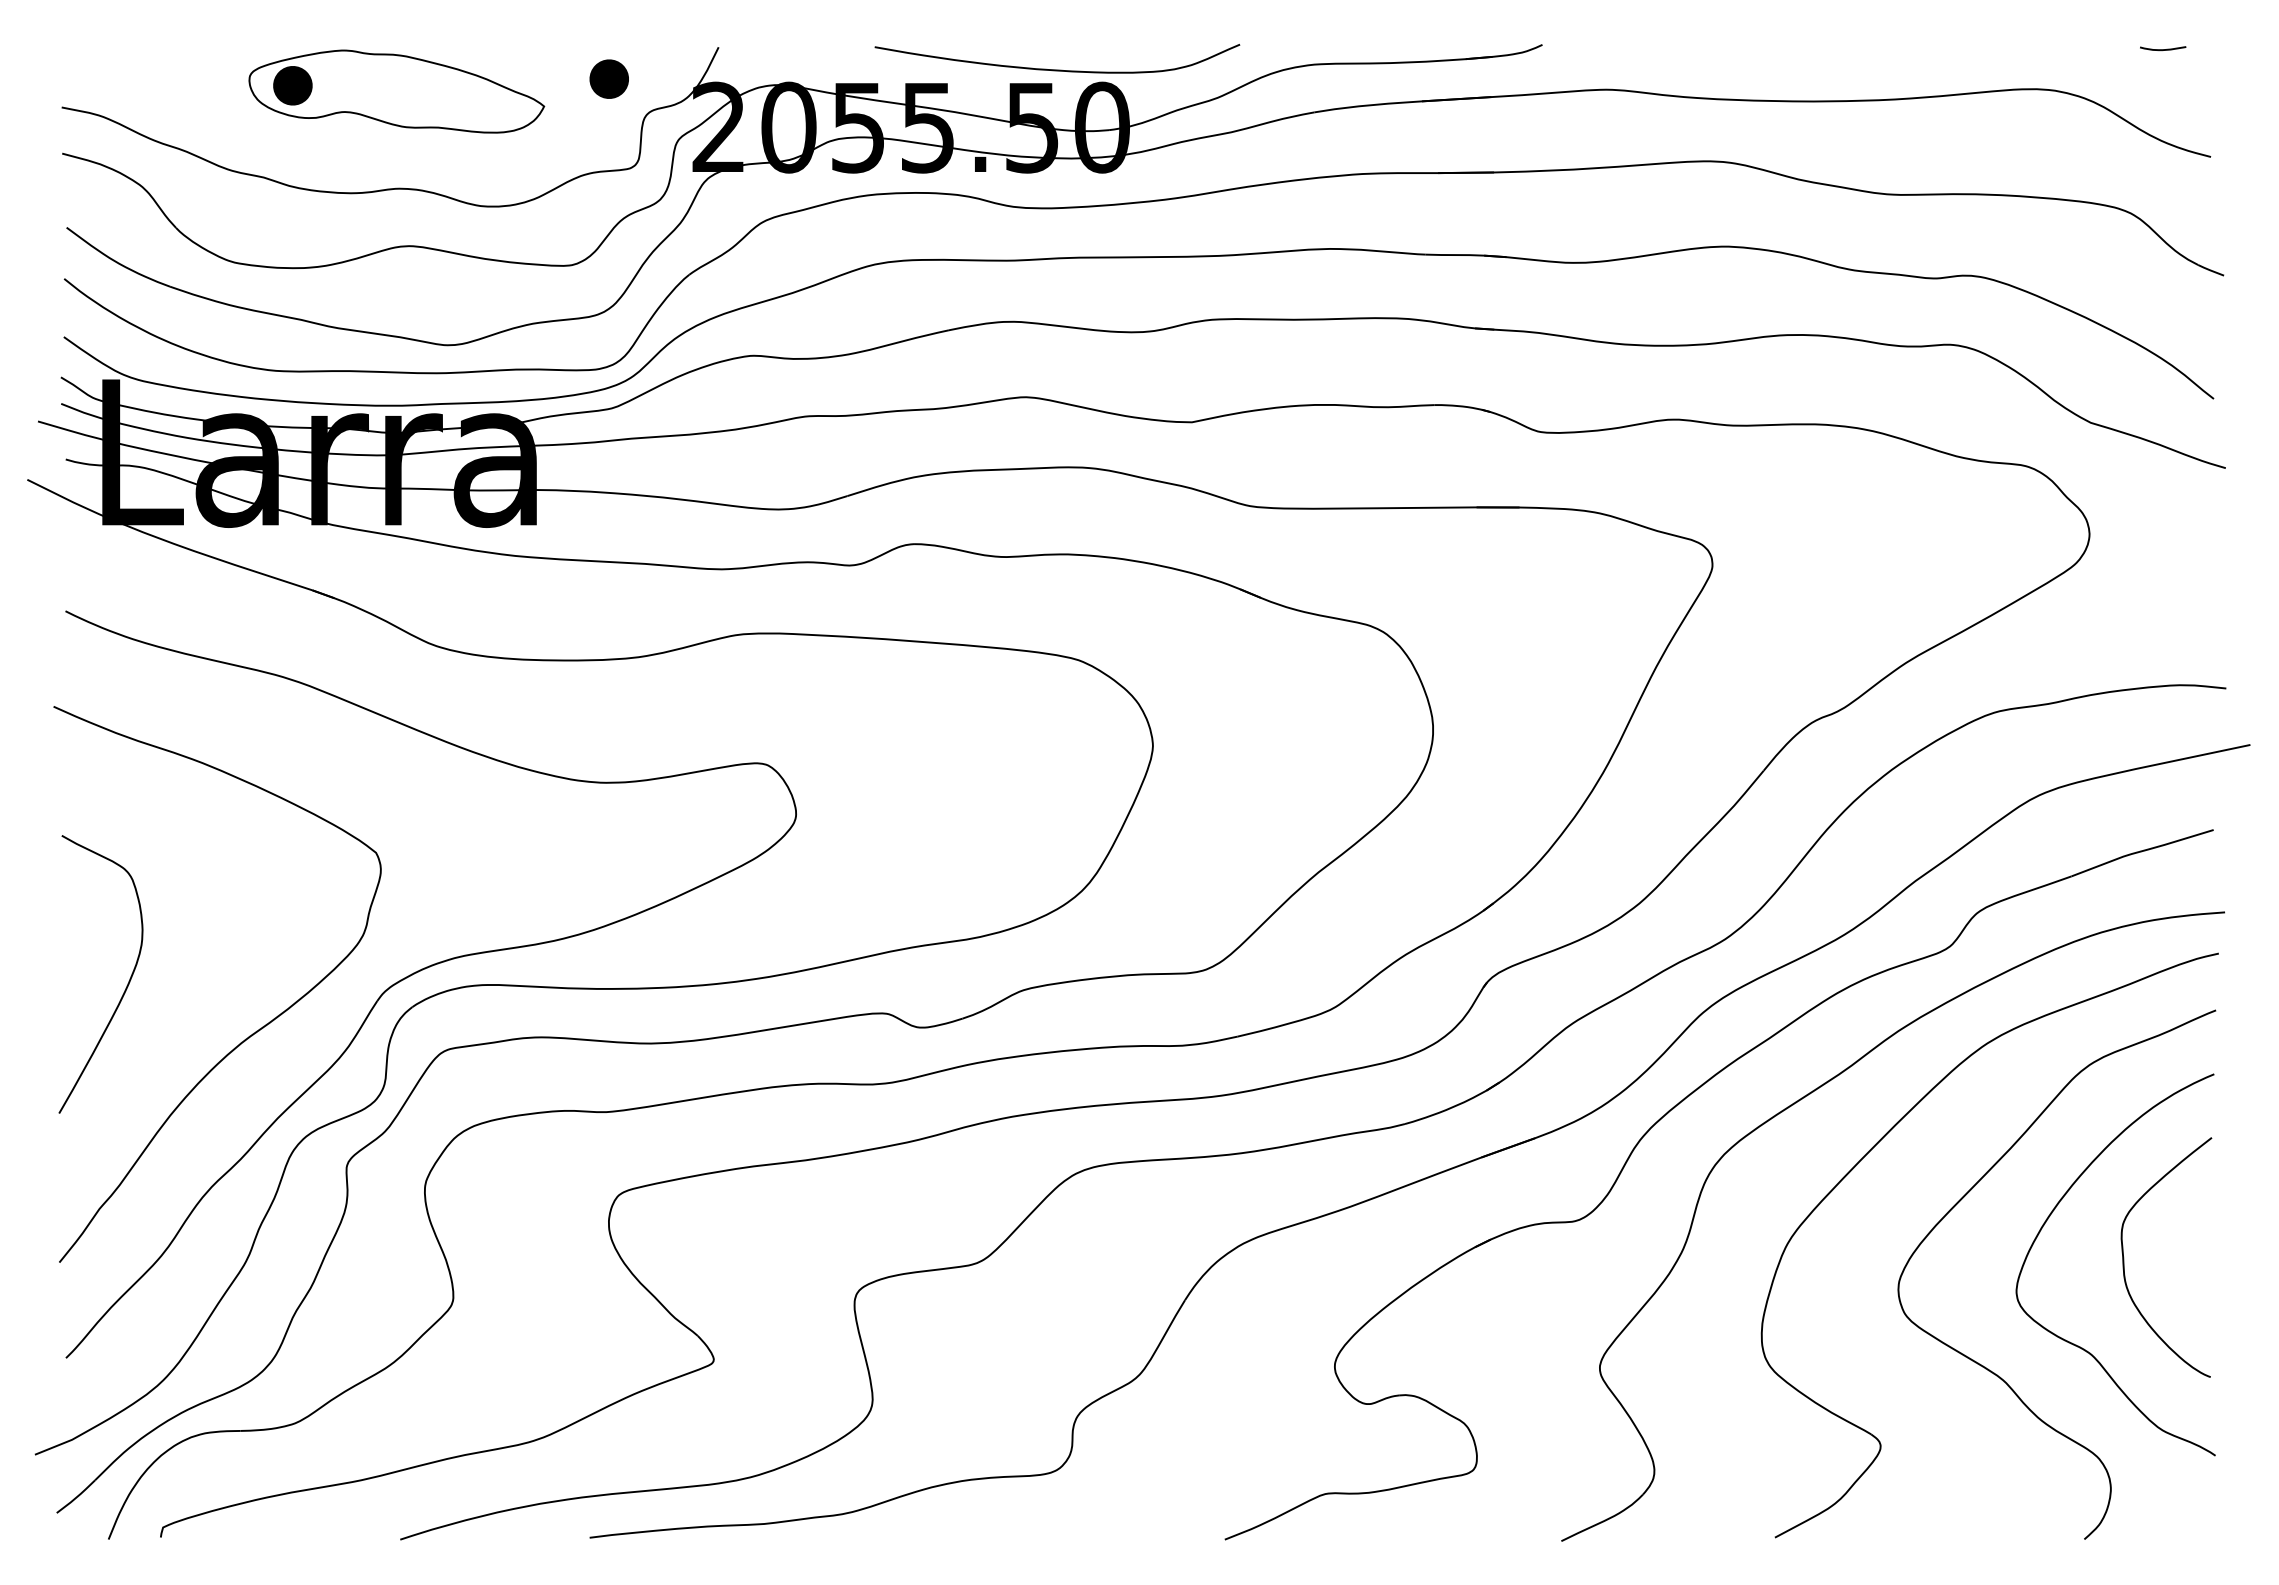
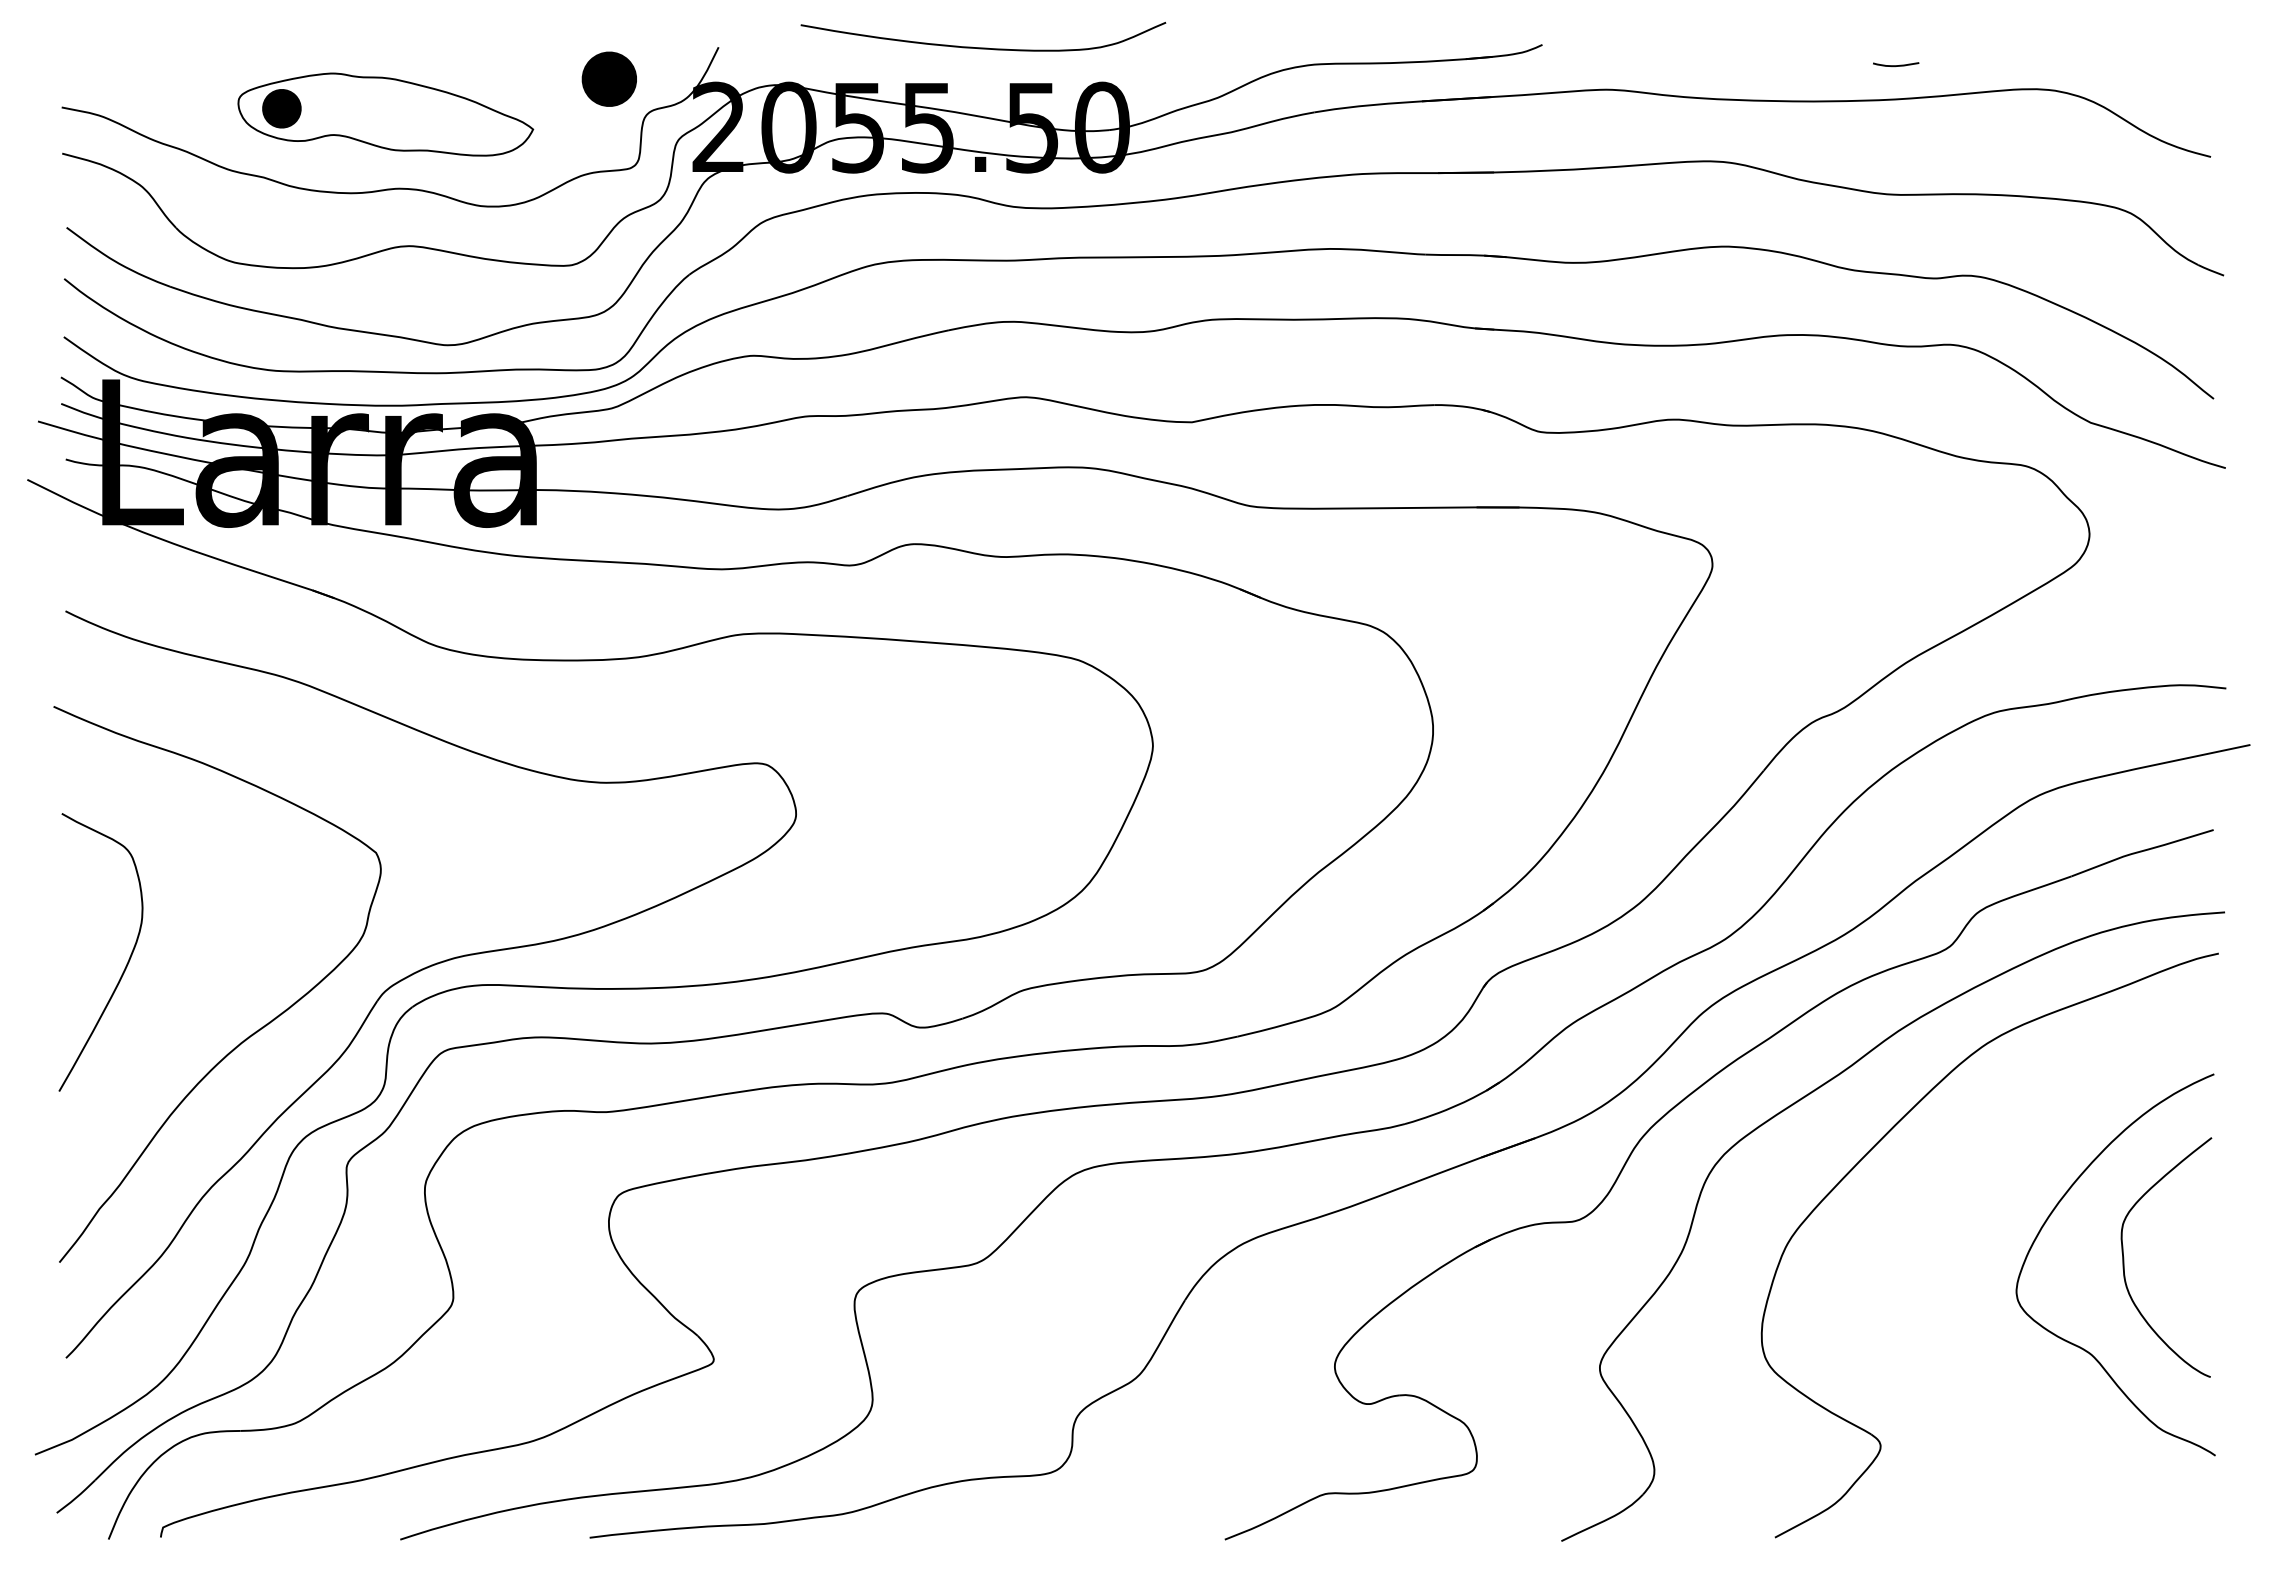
curve at (2163, 49) position: (2163, 49) -> (1896, 65)
curve at (1057, 69) position: (1057, 69) -> (983, 47)
part at (608, 78) size: 40x40 px -> 56x56 px
part at (396, 91) position: (396, 91) -> (385, 114)
curve at (126, 985) position: (126, 985) -> (126, 963)
curve at (1991, 1370): present -> none
